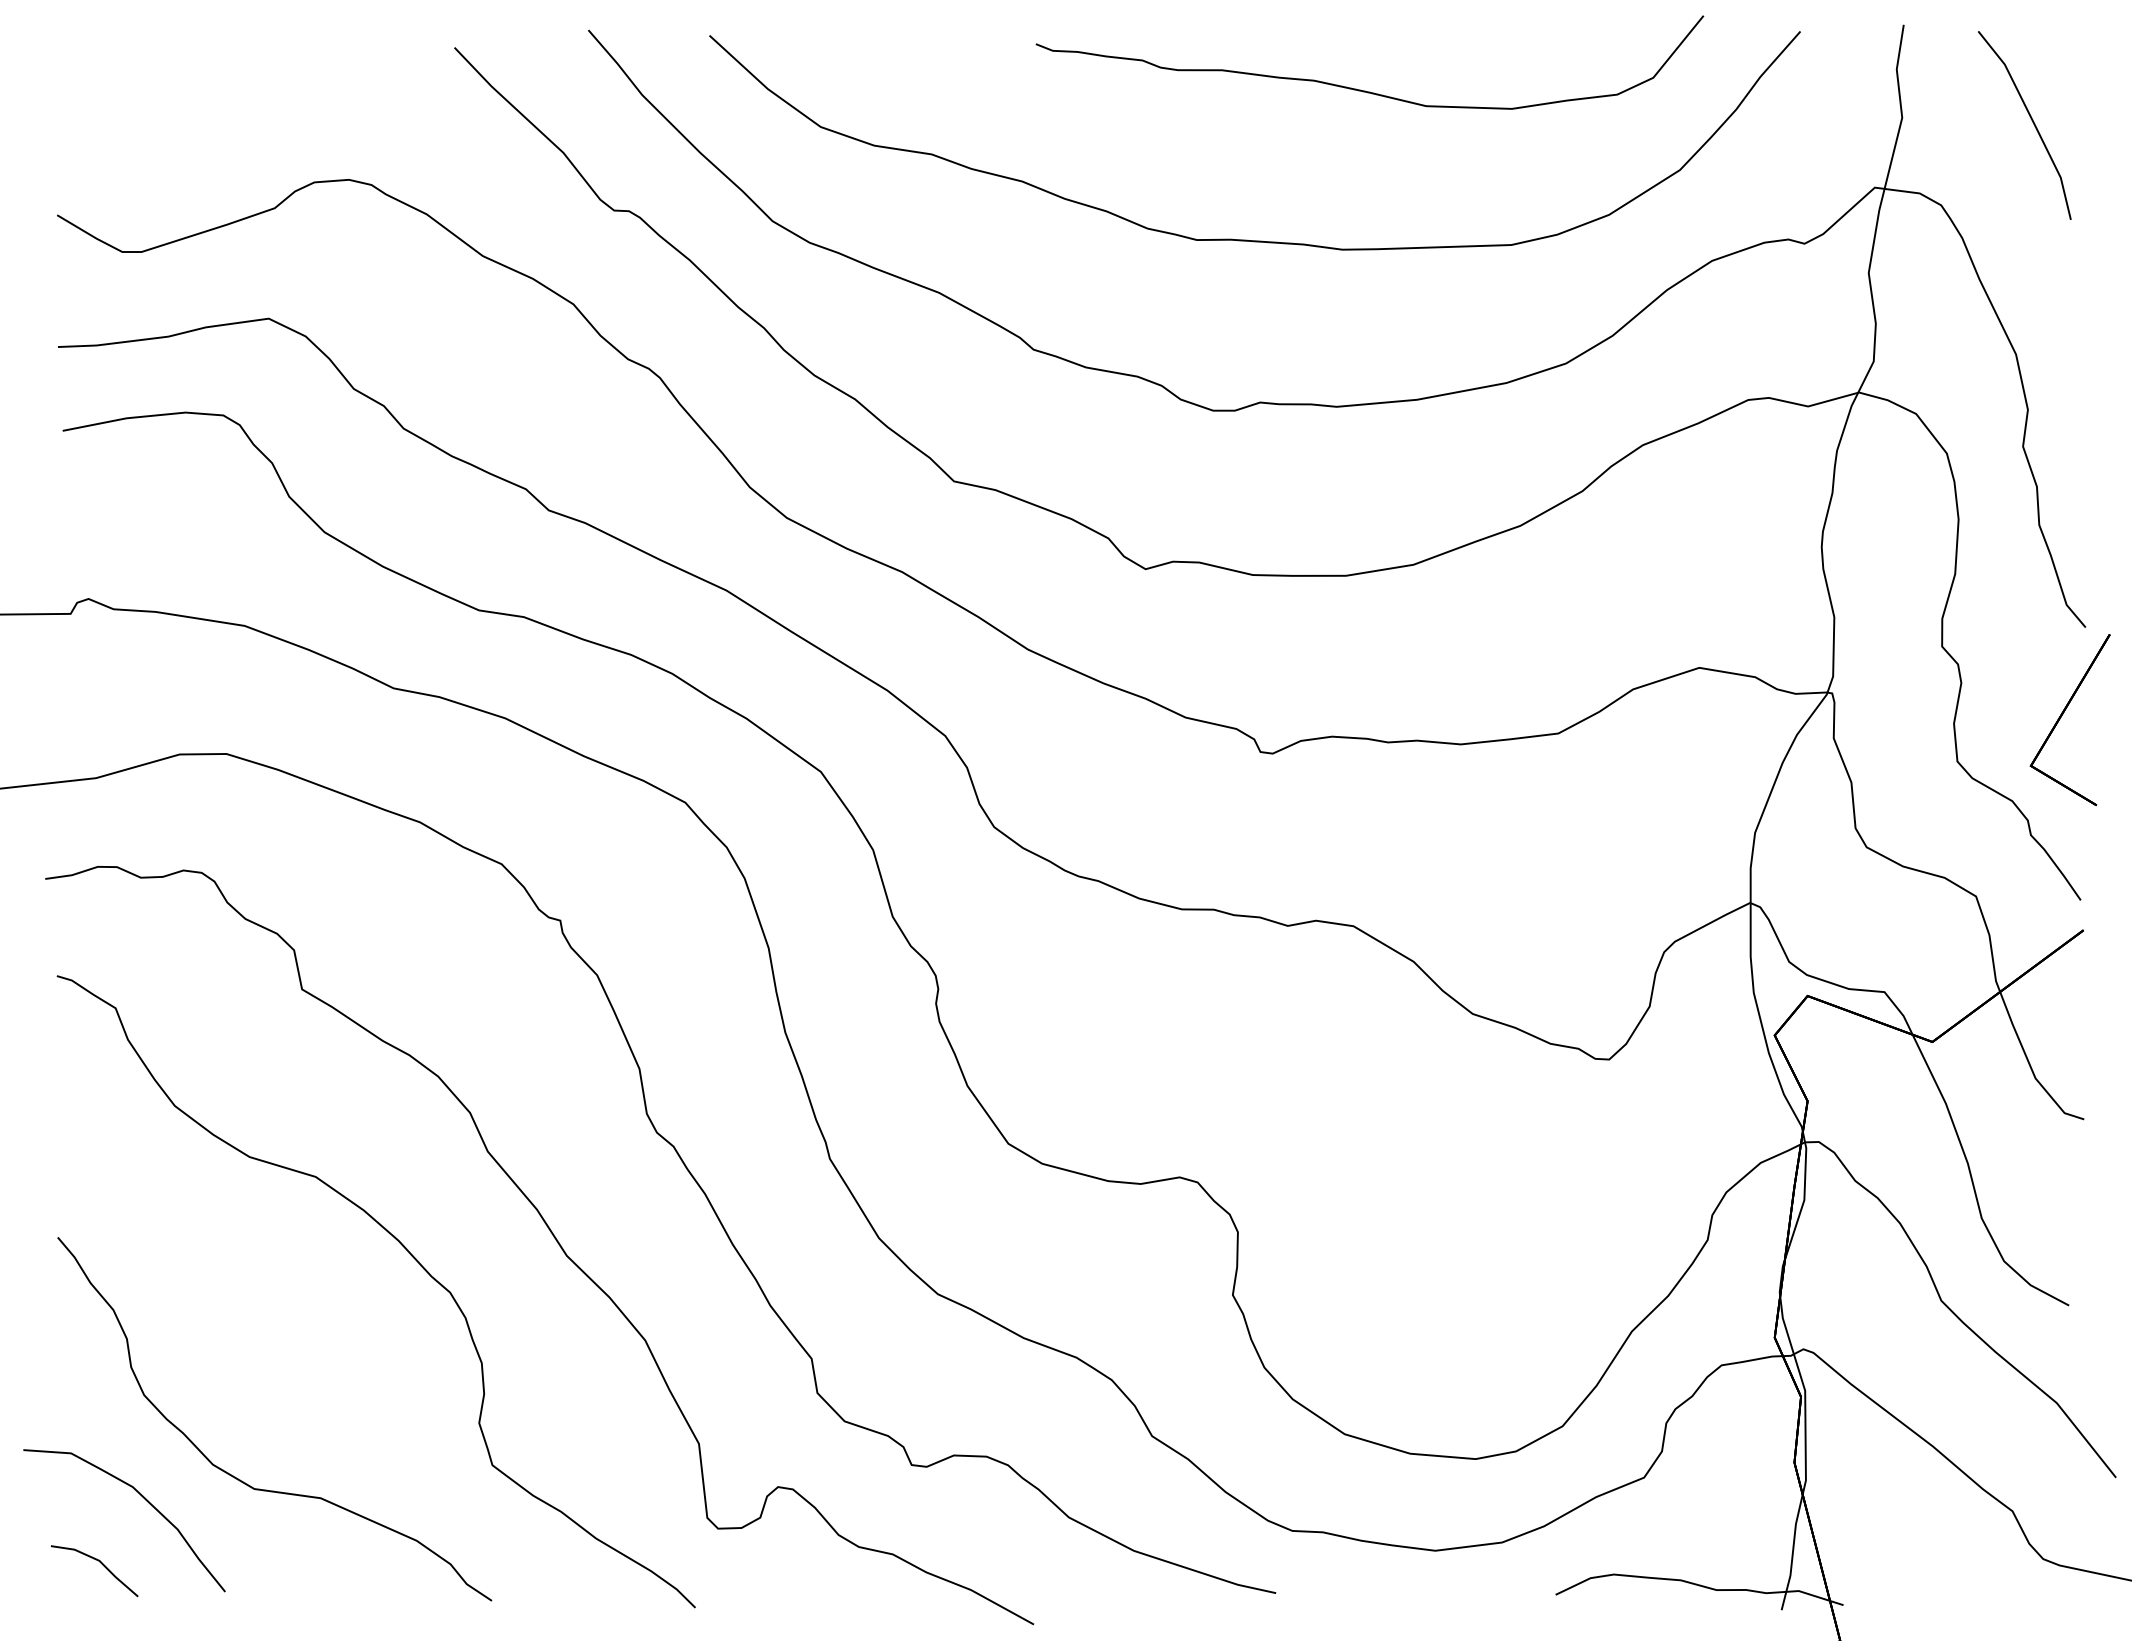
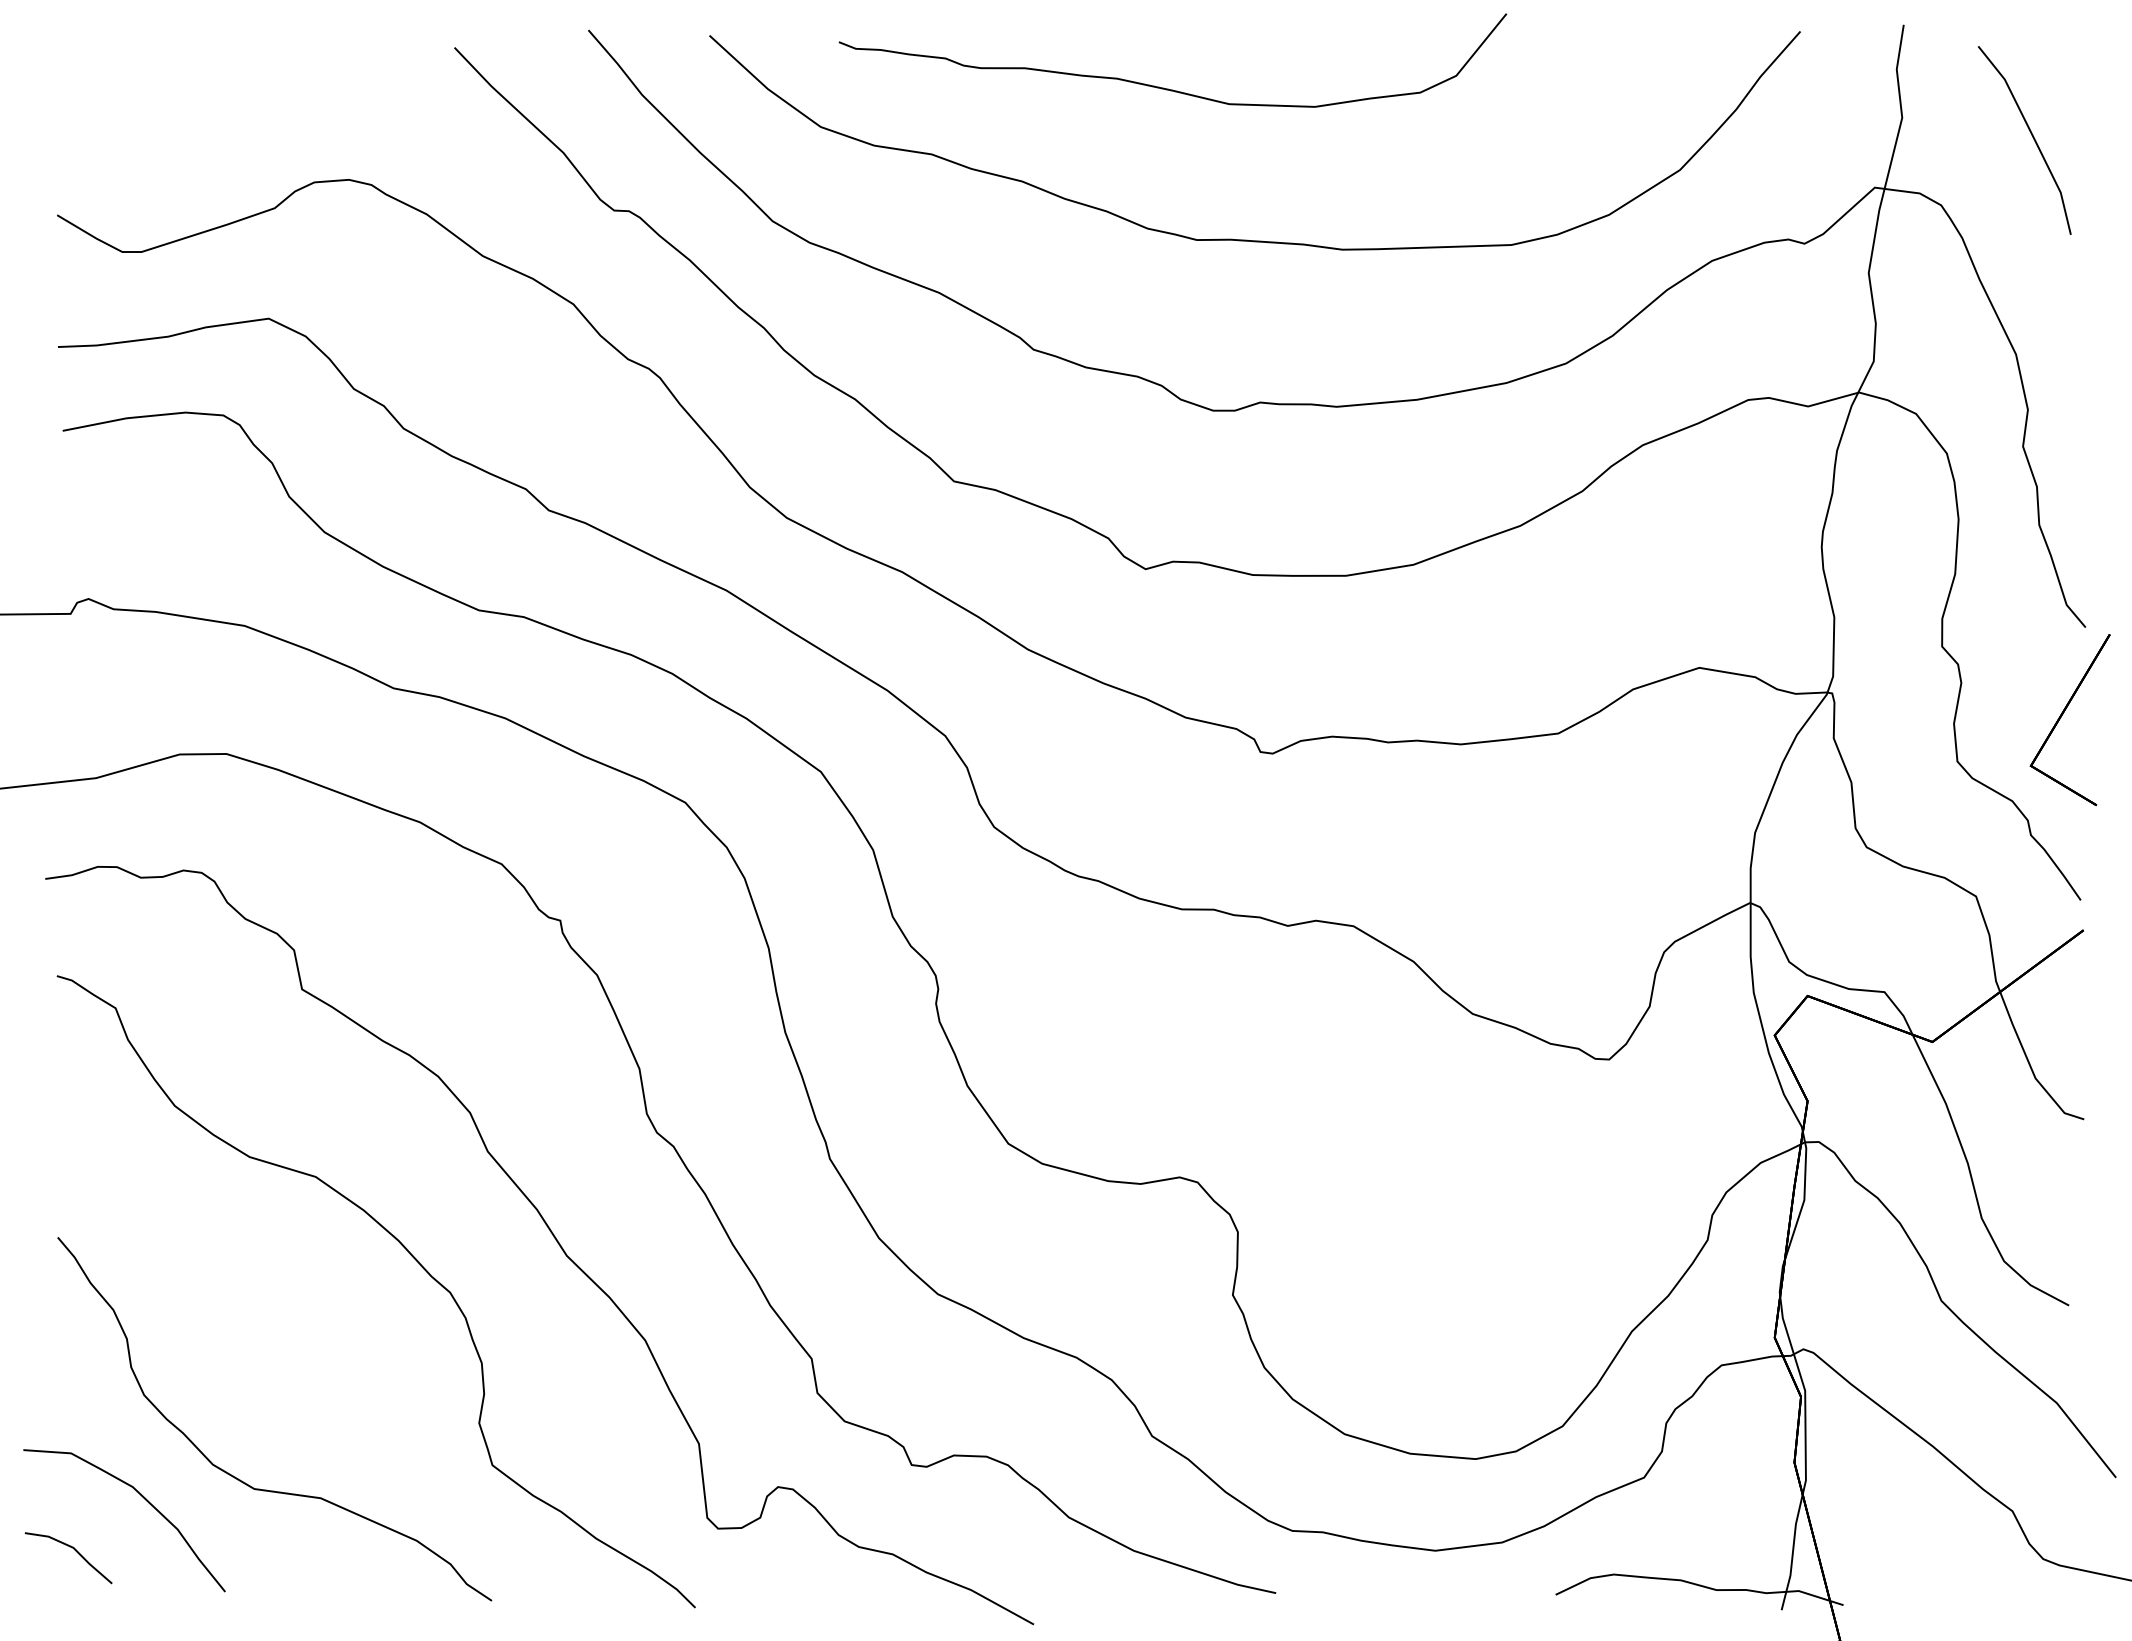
curve at (1365, 90) position: (1365, 90) -> (1168, 88)
line at (2032, 122) position: (2032, 122) -> (2032, 137)
line at (101, 1564) position: (101, 1564) -> (75, 1551)
